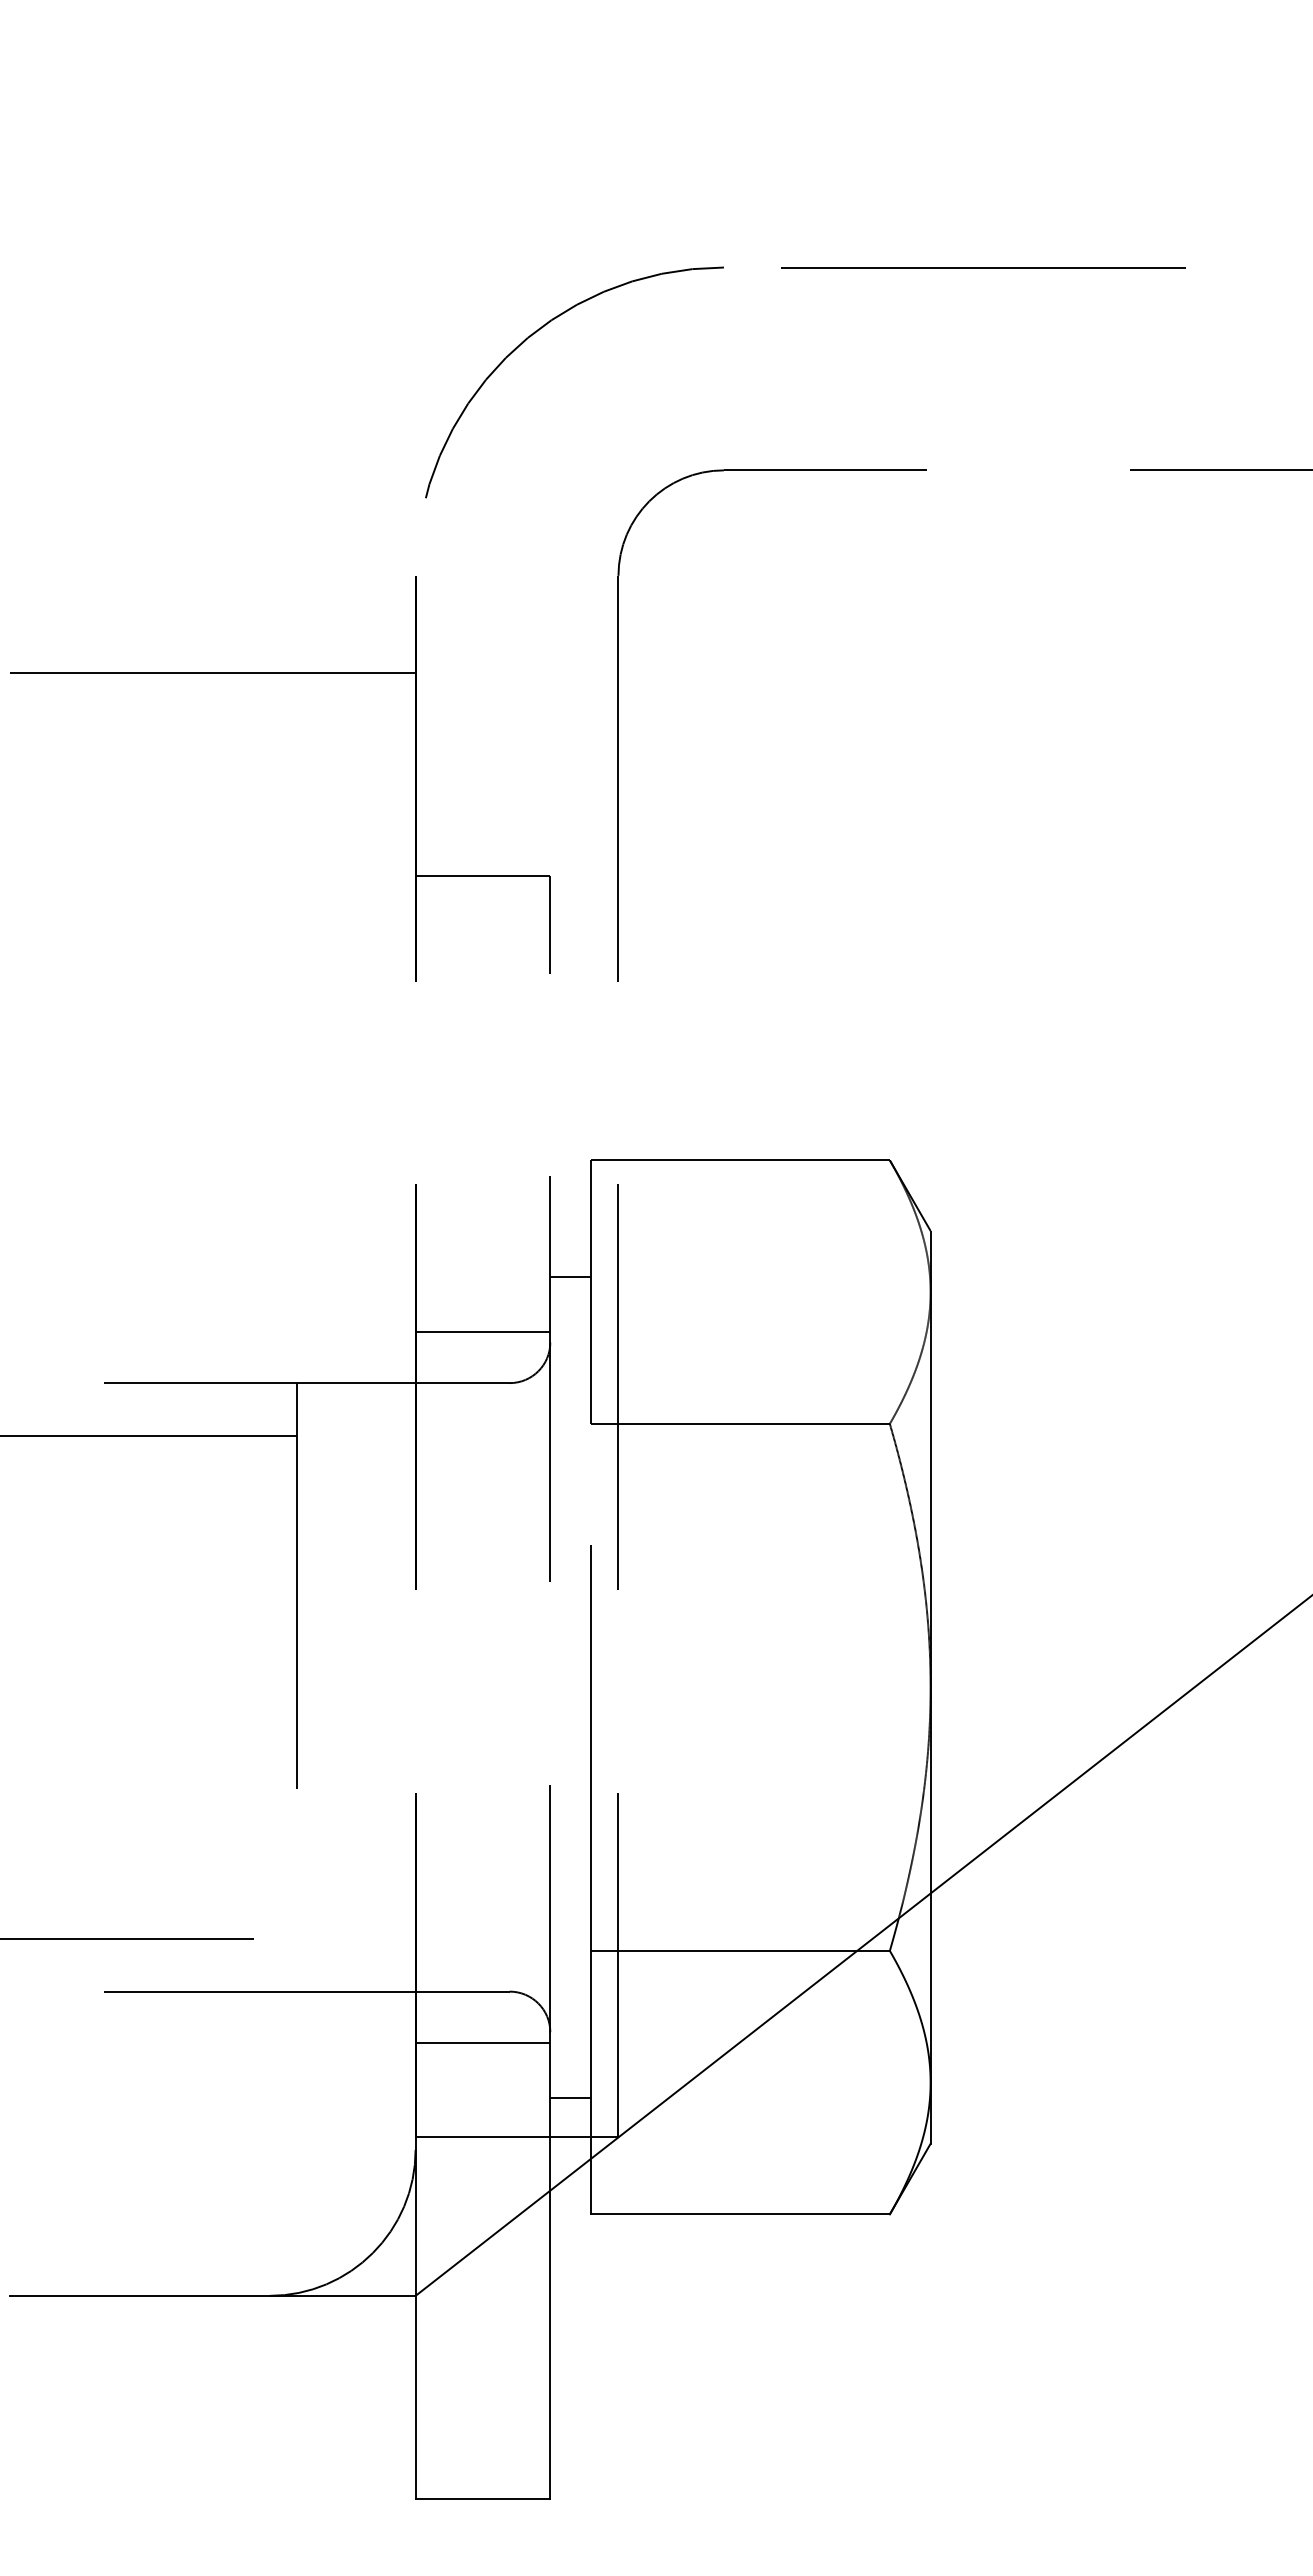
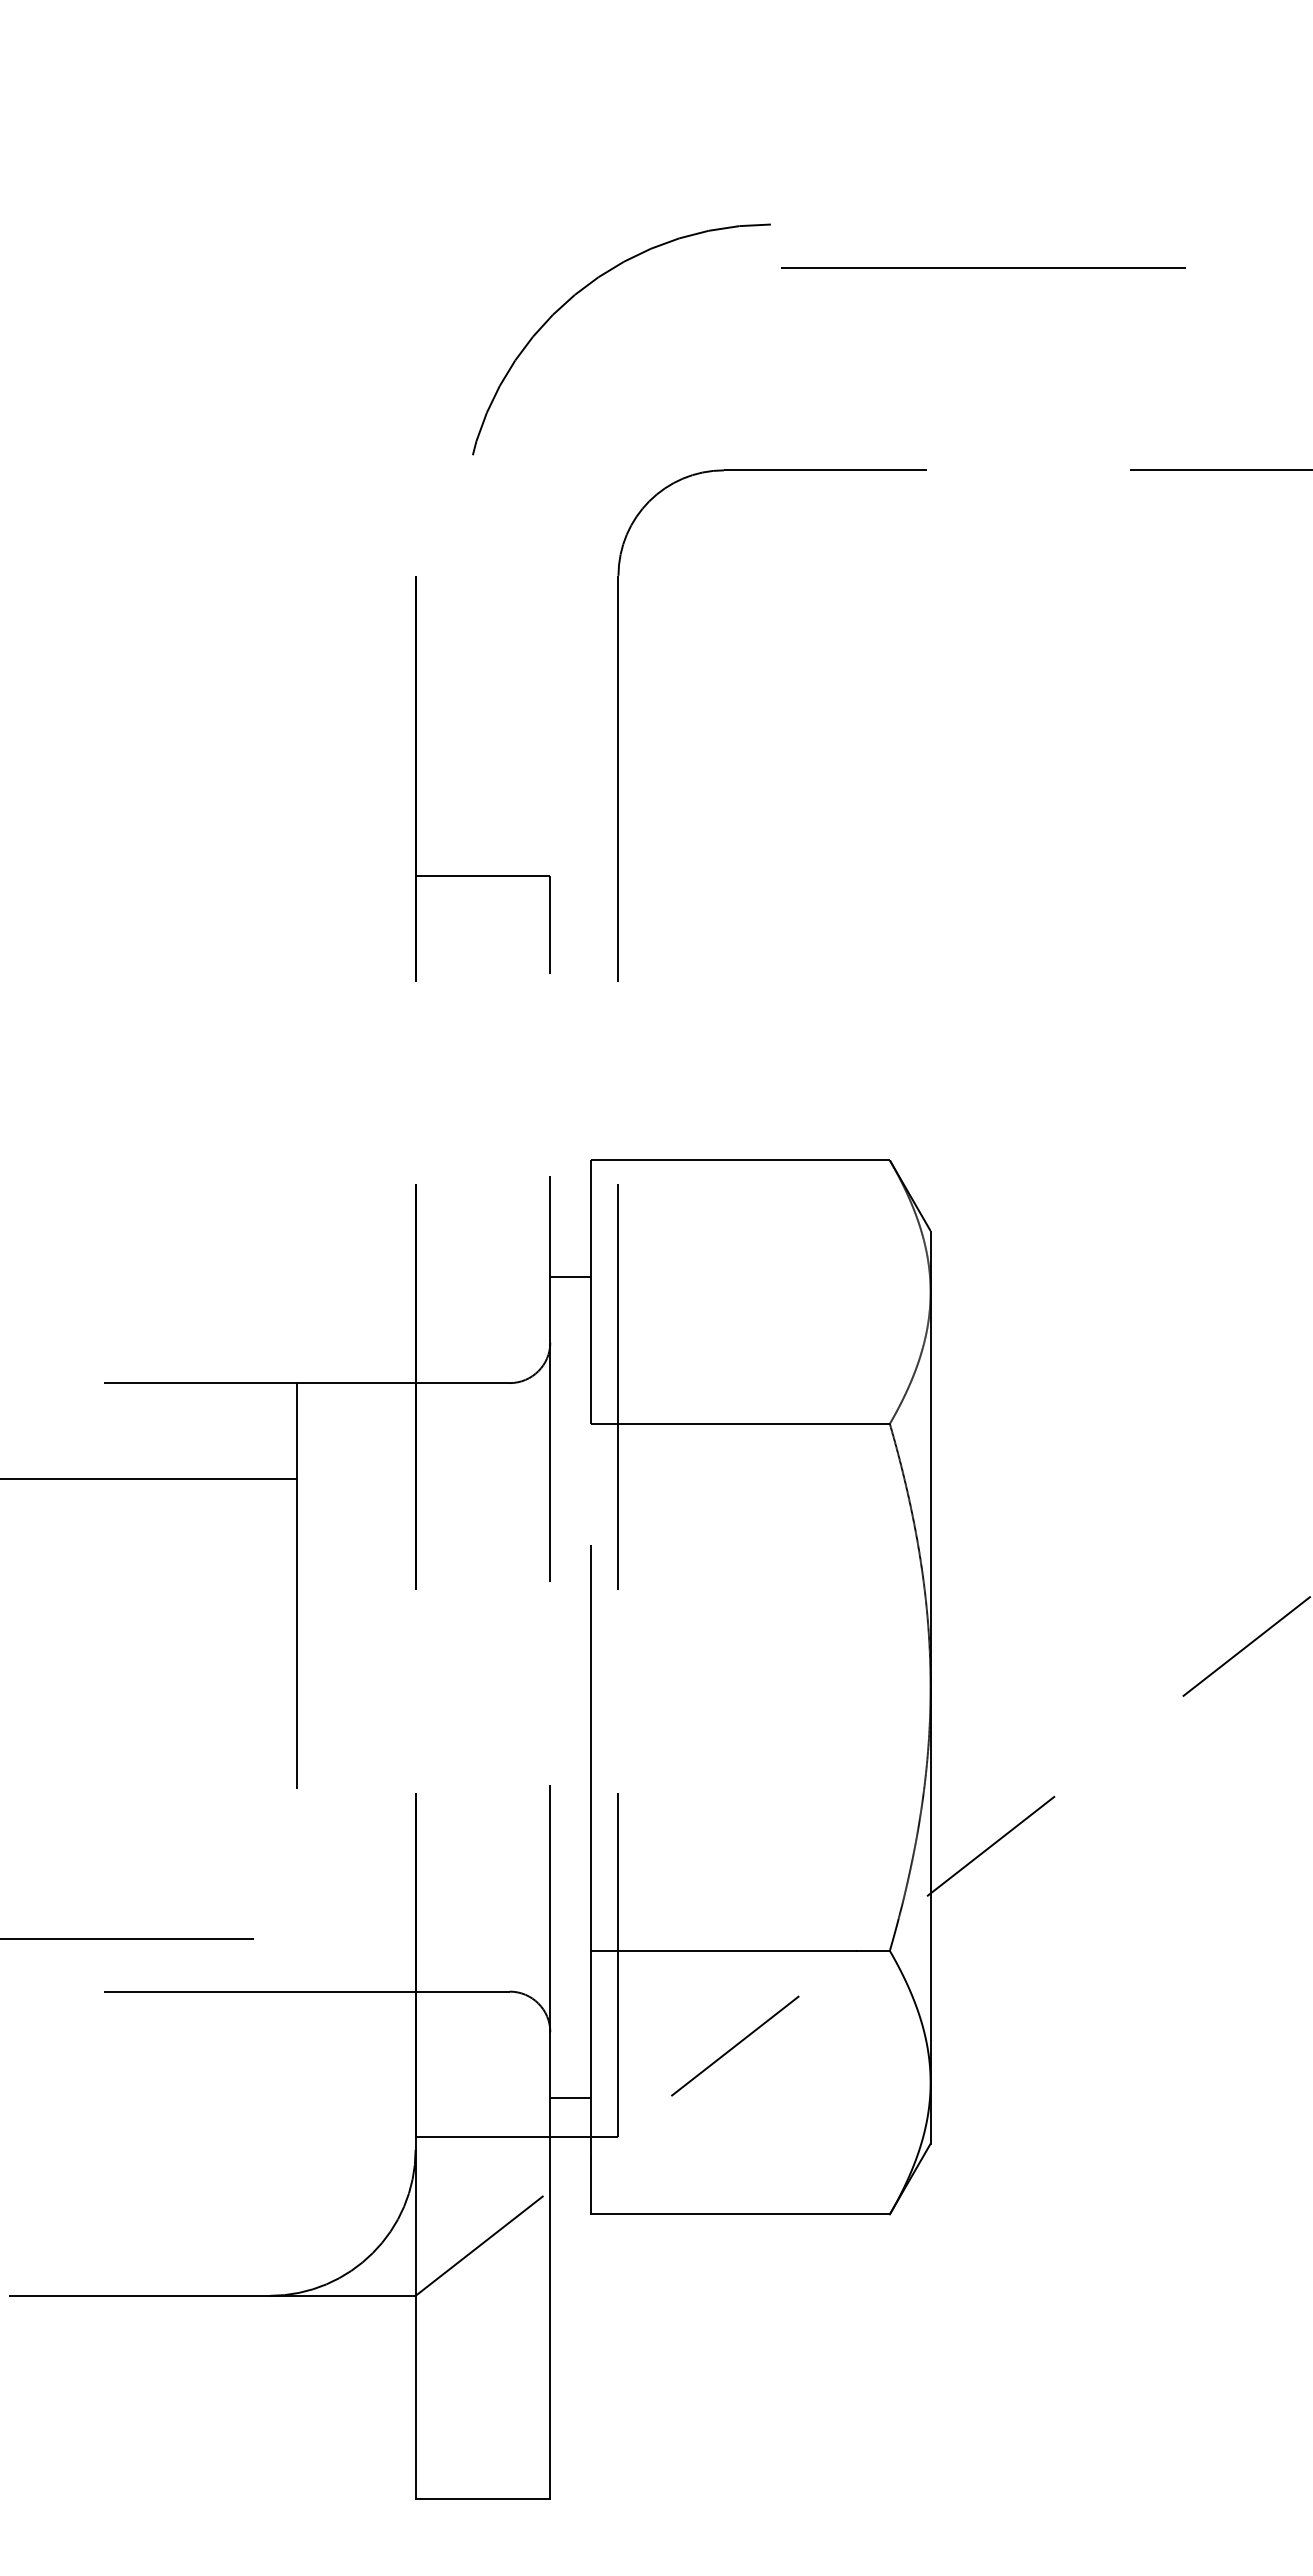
arc at (538, 331) position: (538, 331) -> (585, 288)
line at (212, 673): present -> none
line at (482, 1332): present -> none
line at (149, 1435) position: (149, 1435) -> (149, 1478)
line at (863, 1945): solid -> dashed
line at (482, 2042): present -> none
